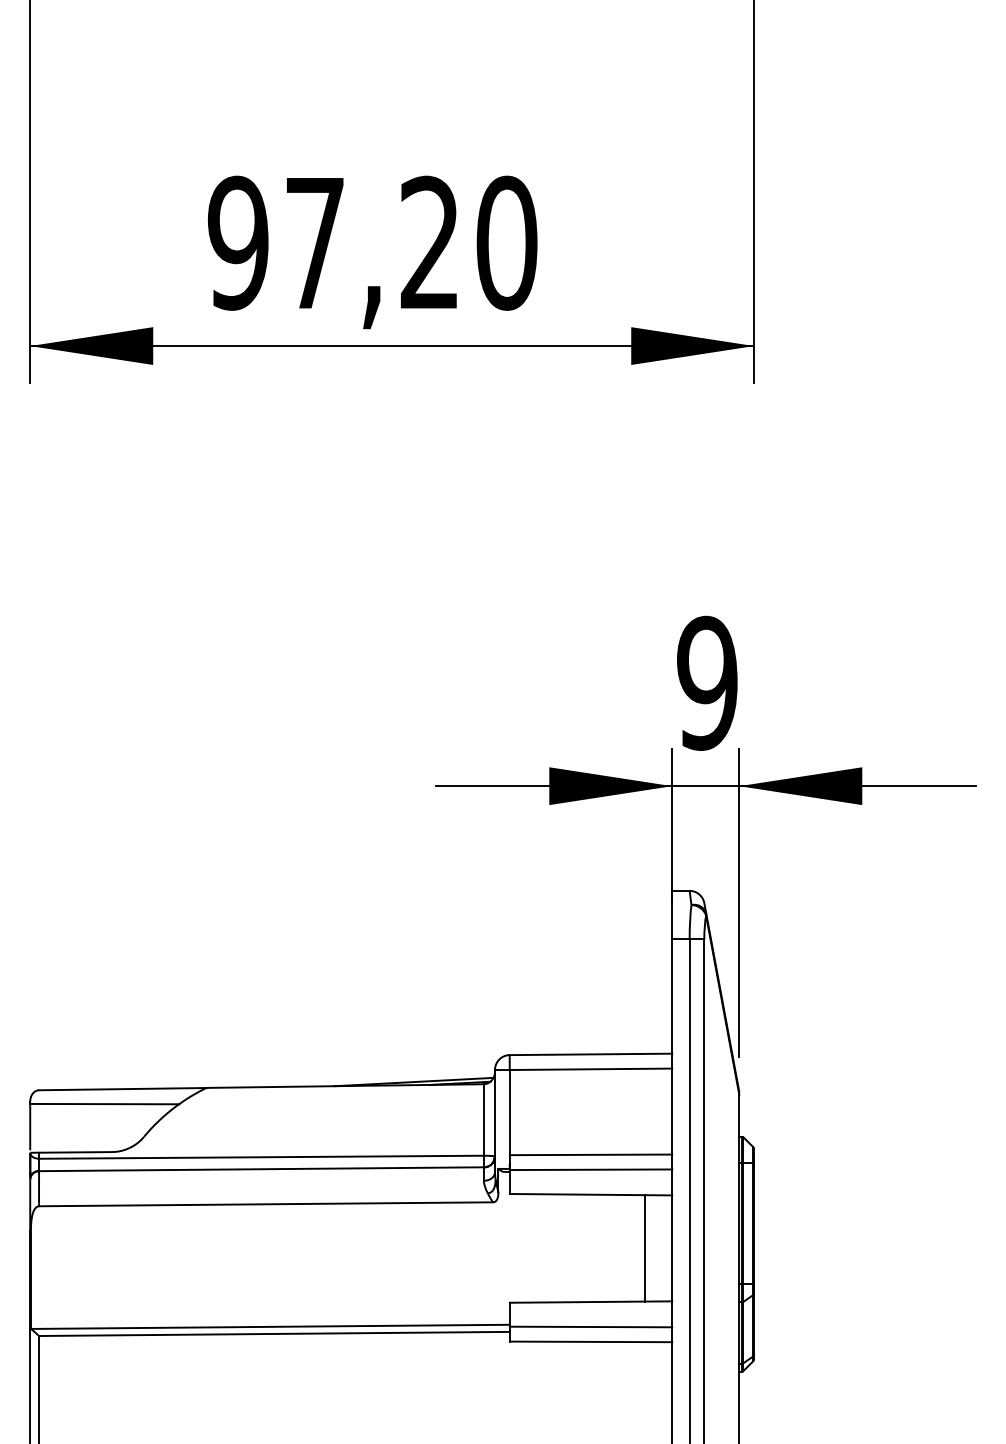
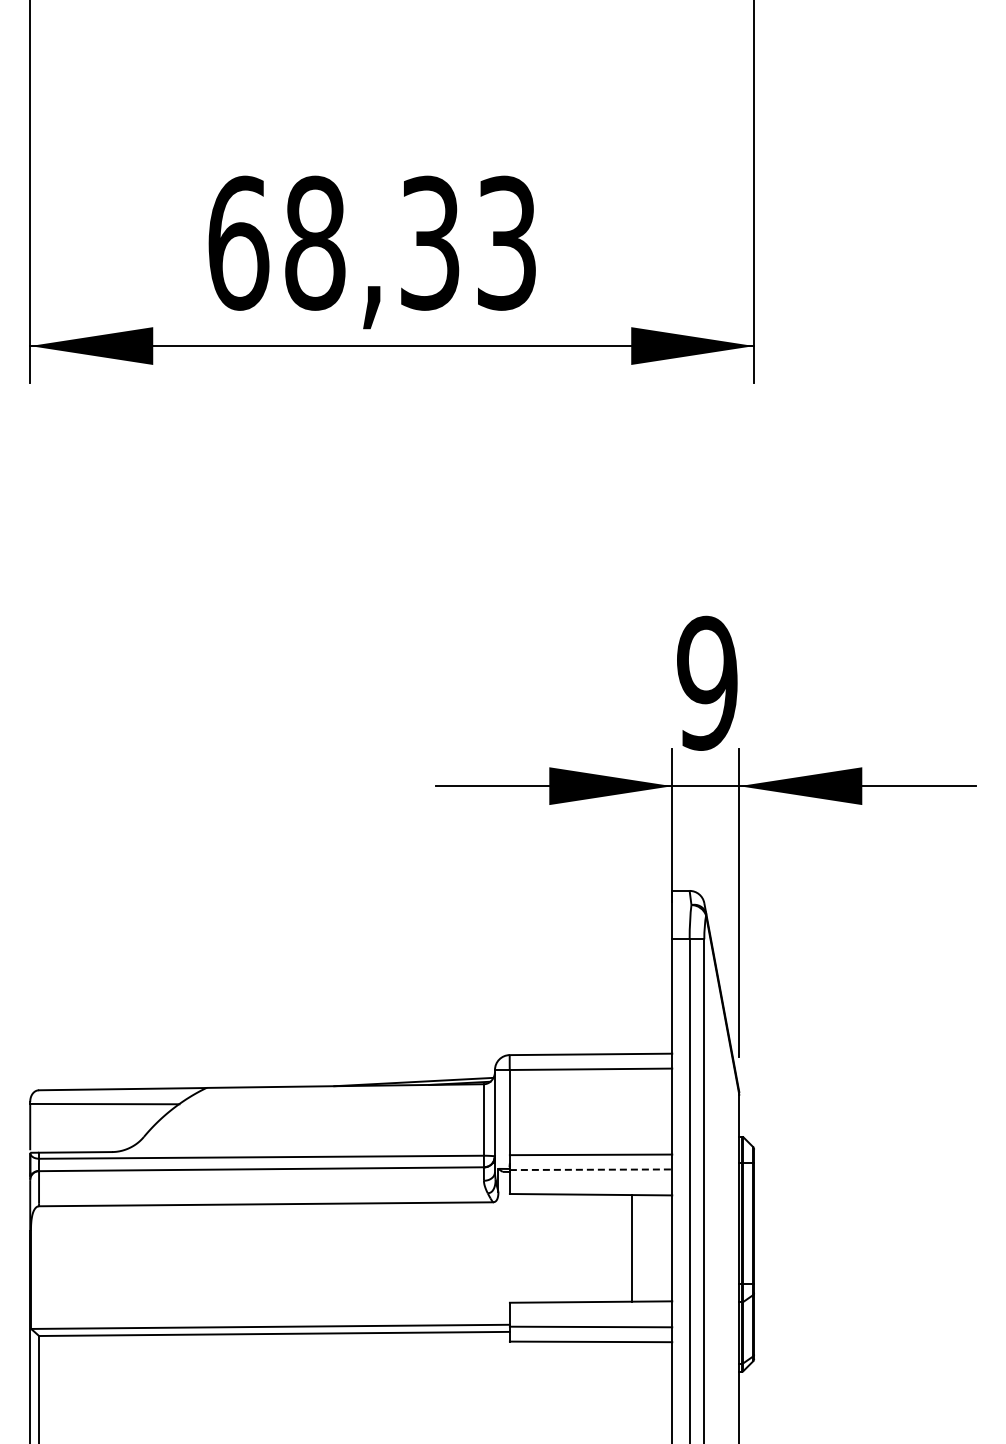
text at (372, 242): 97,20 -> 68,33
line at (591, 1169): solid -> dashed
line at (644, 1248) position: (644, 1248) -> (631, 1248)
